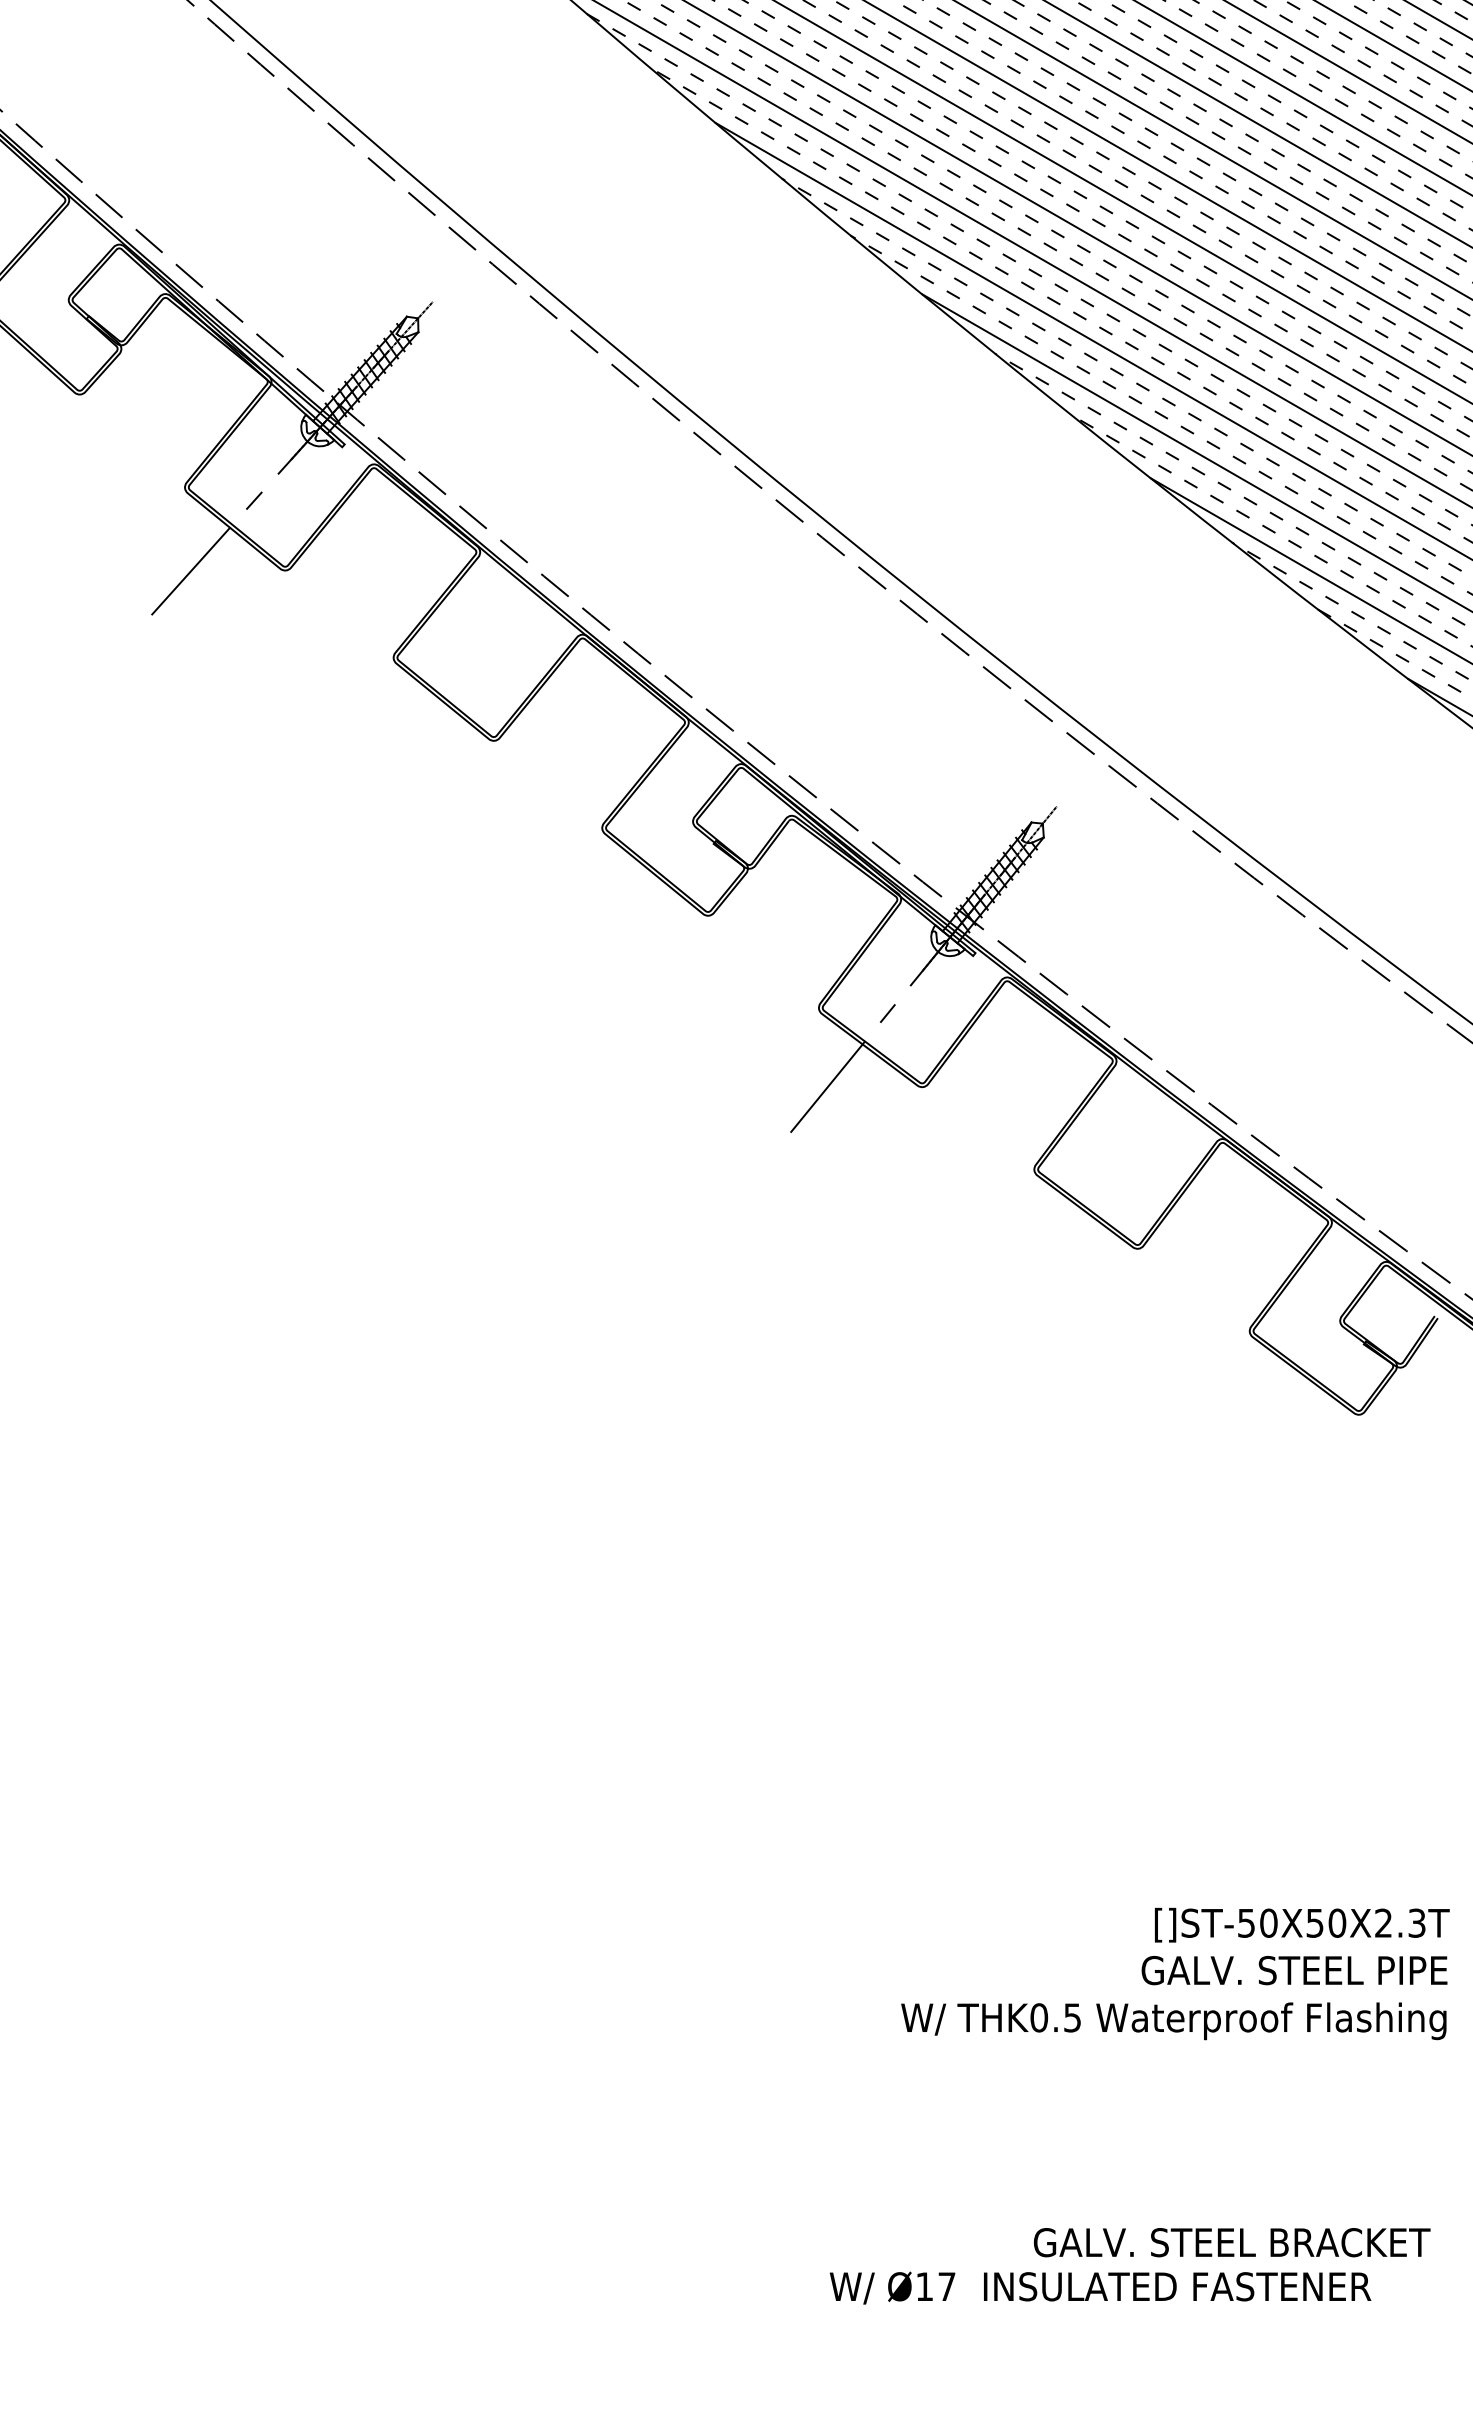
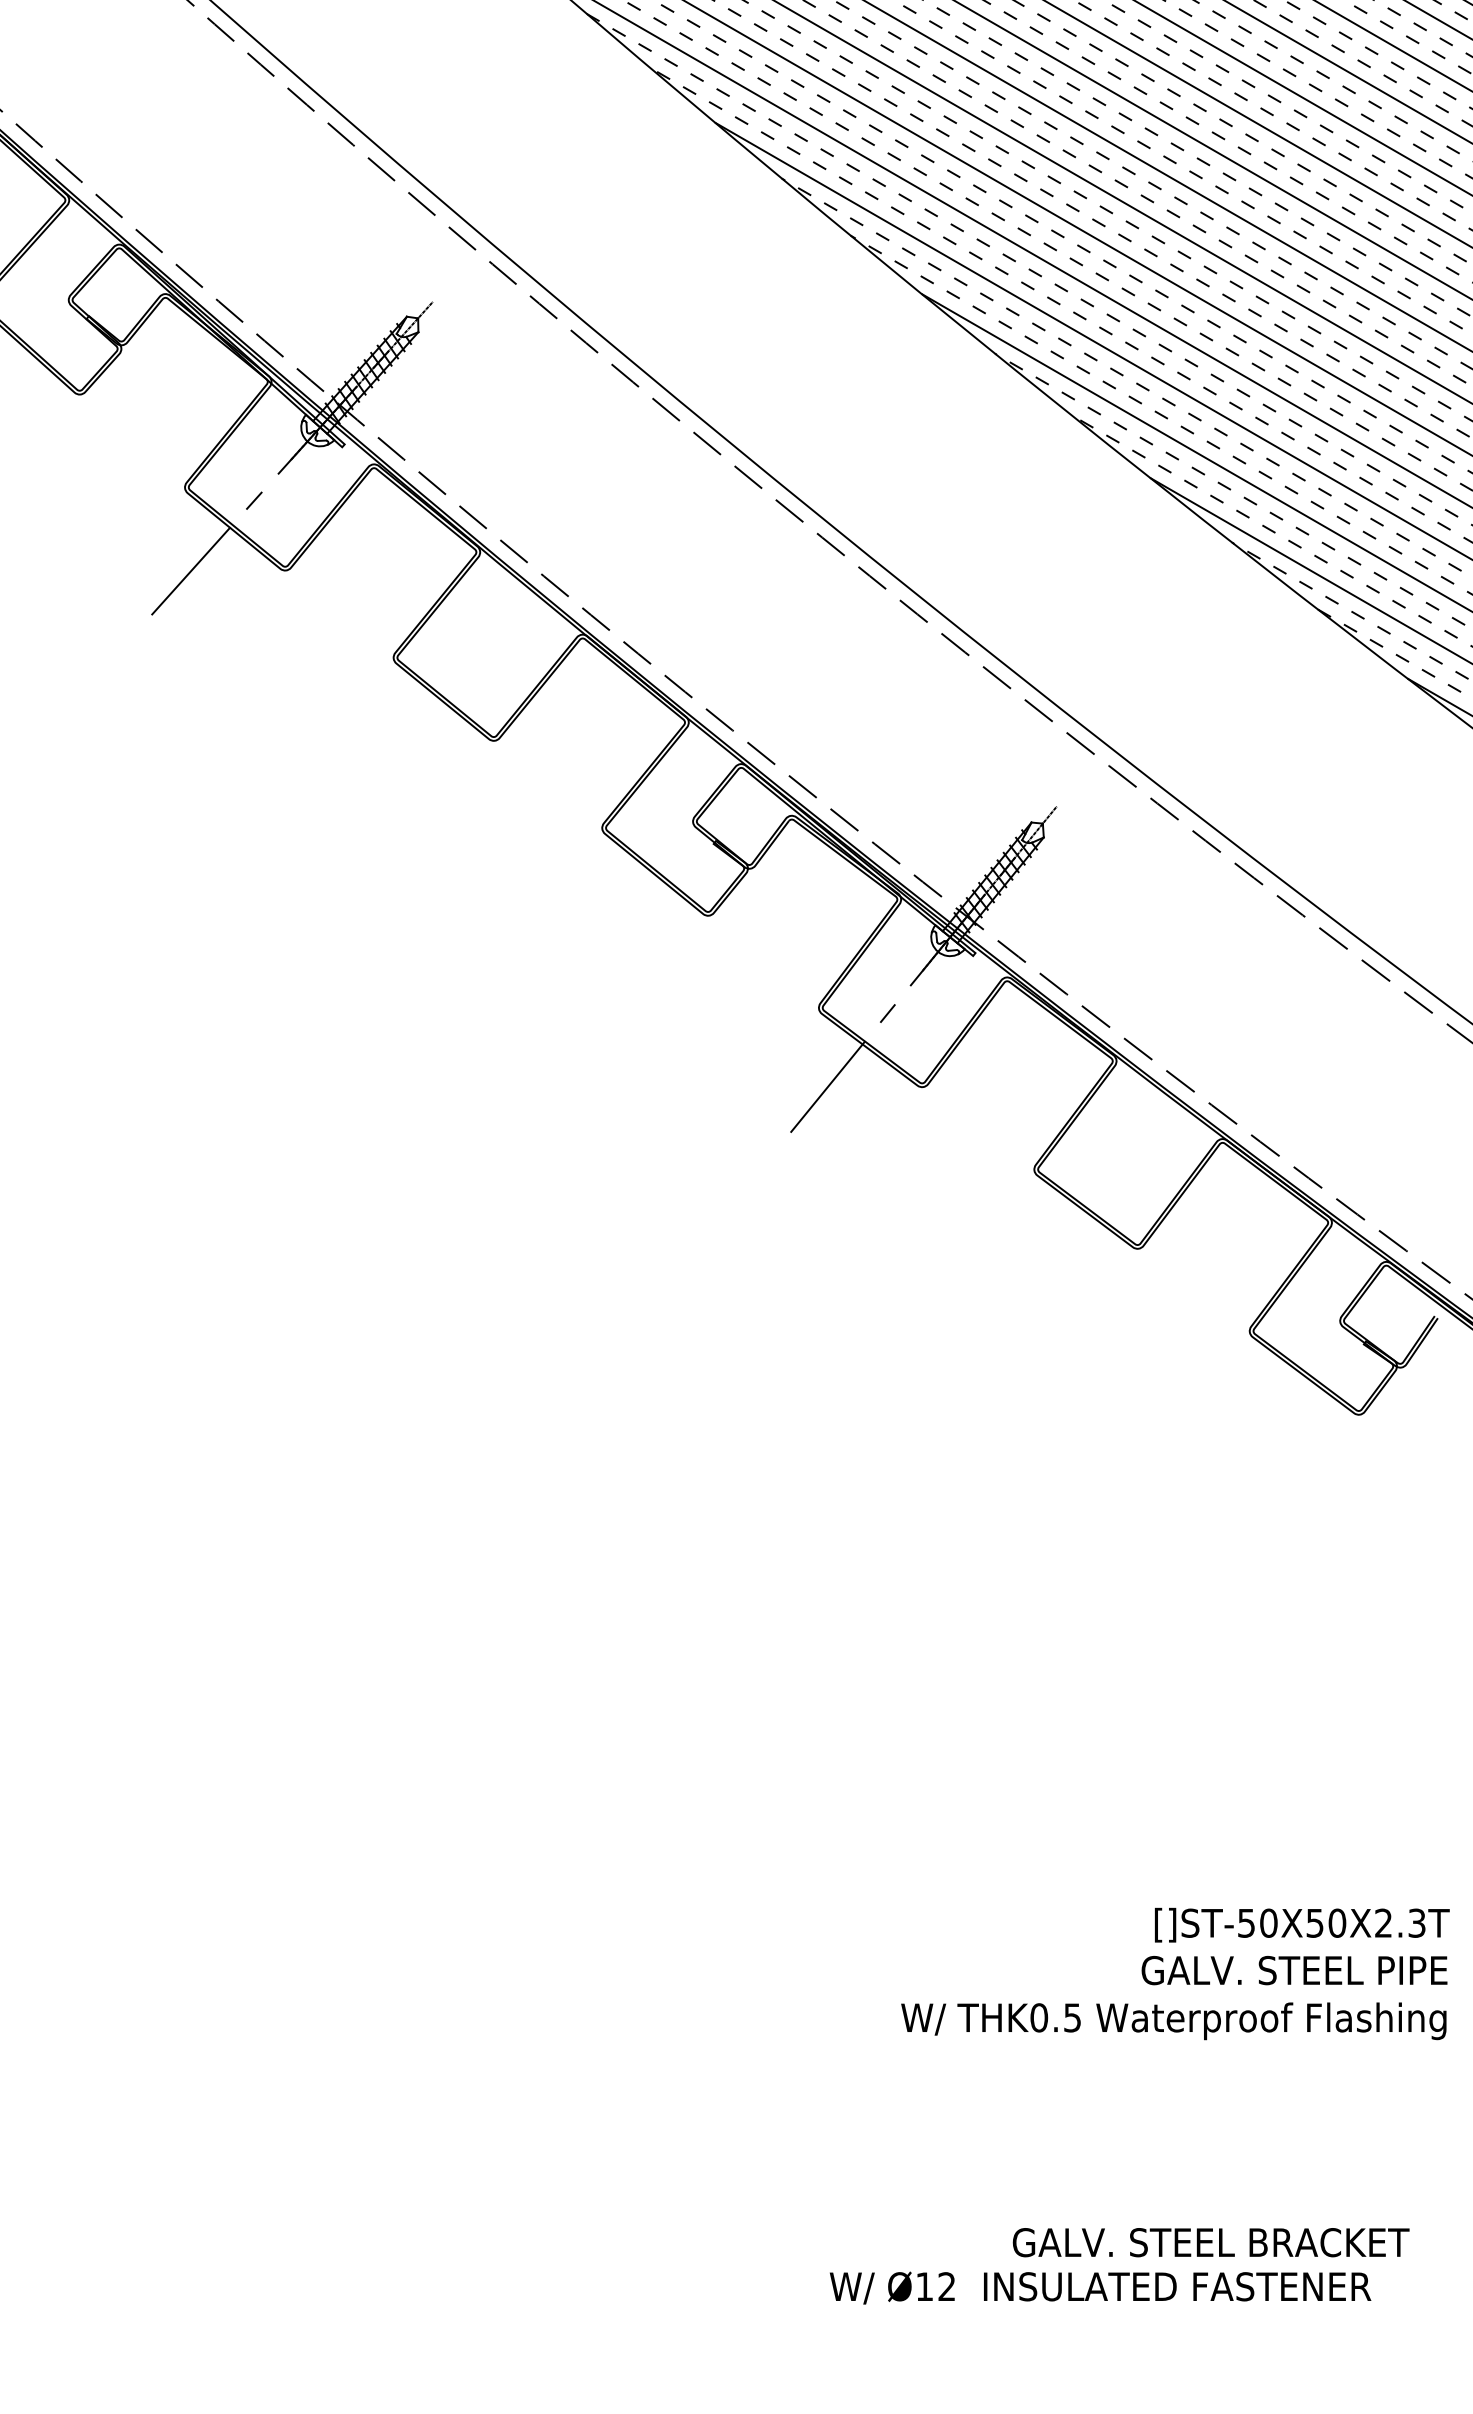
text at (1231, 2242) position: (1231, 2242) -> (1210, 2242)
text at (946, 2286): Ø17 -> Ø12
